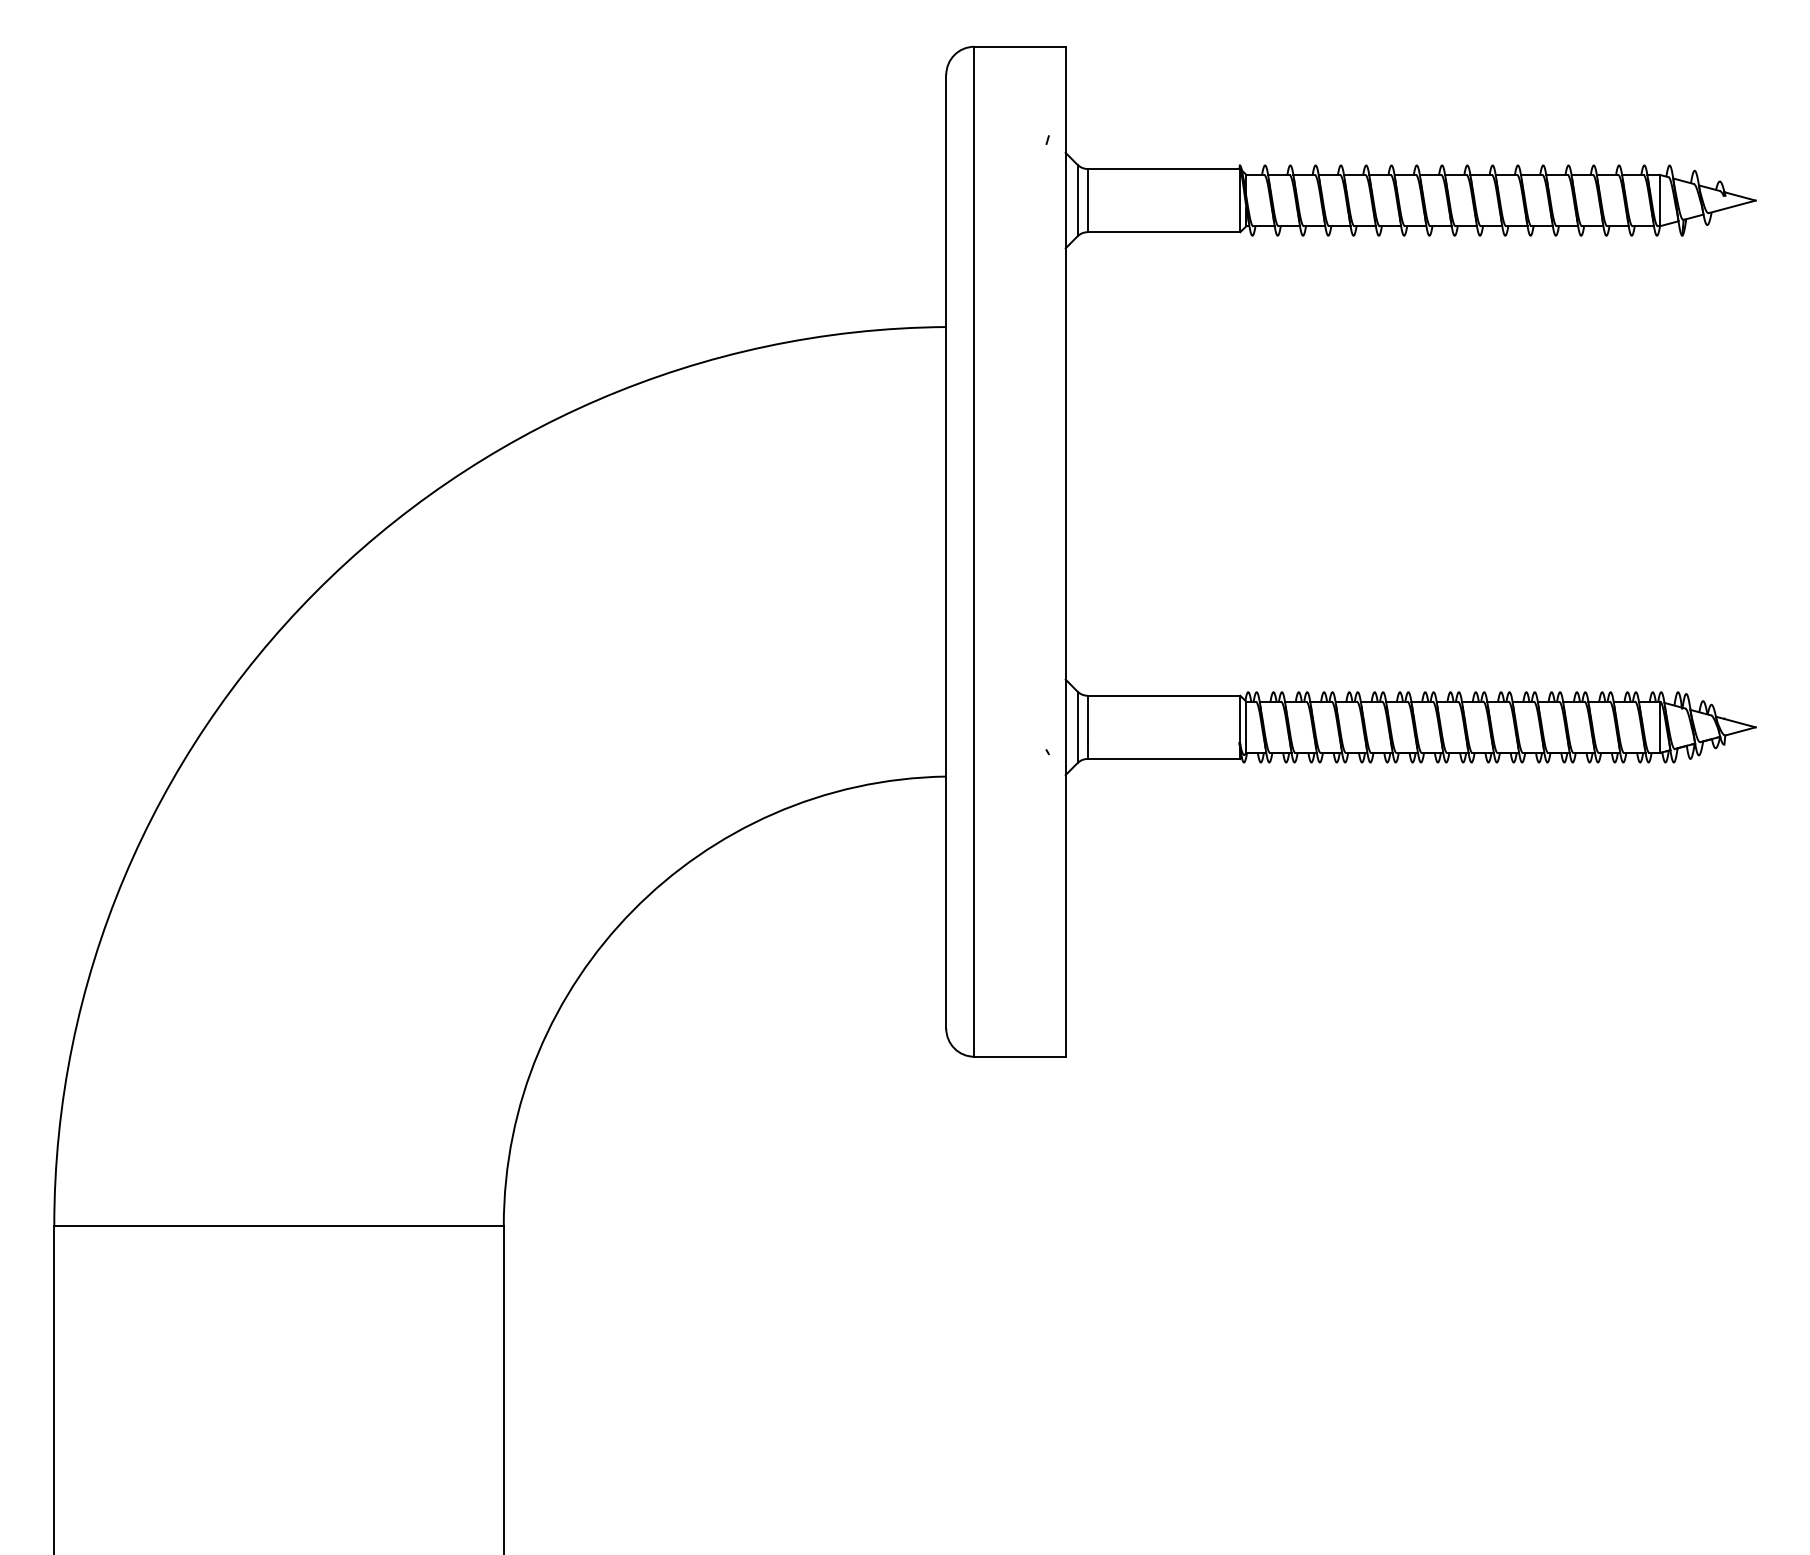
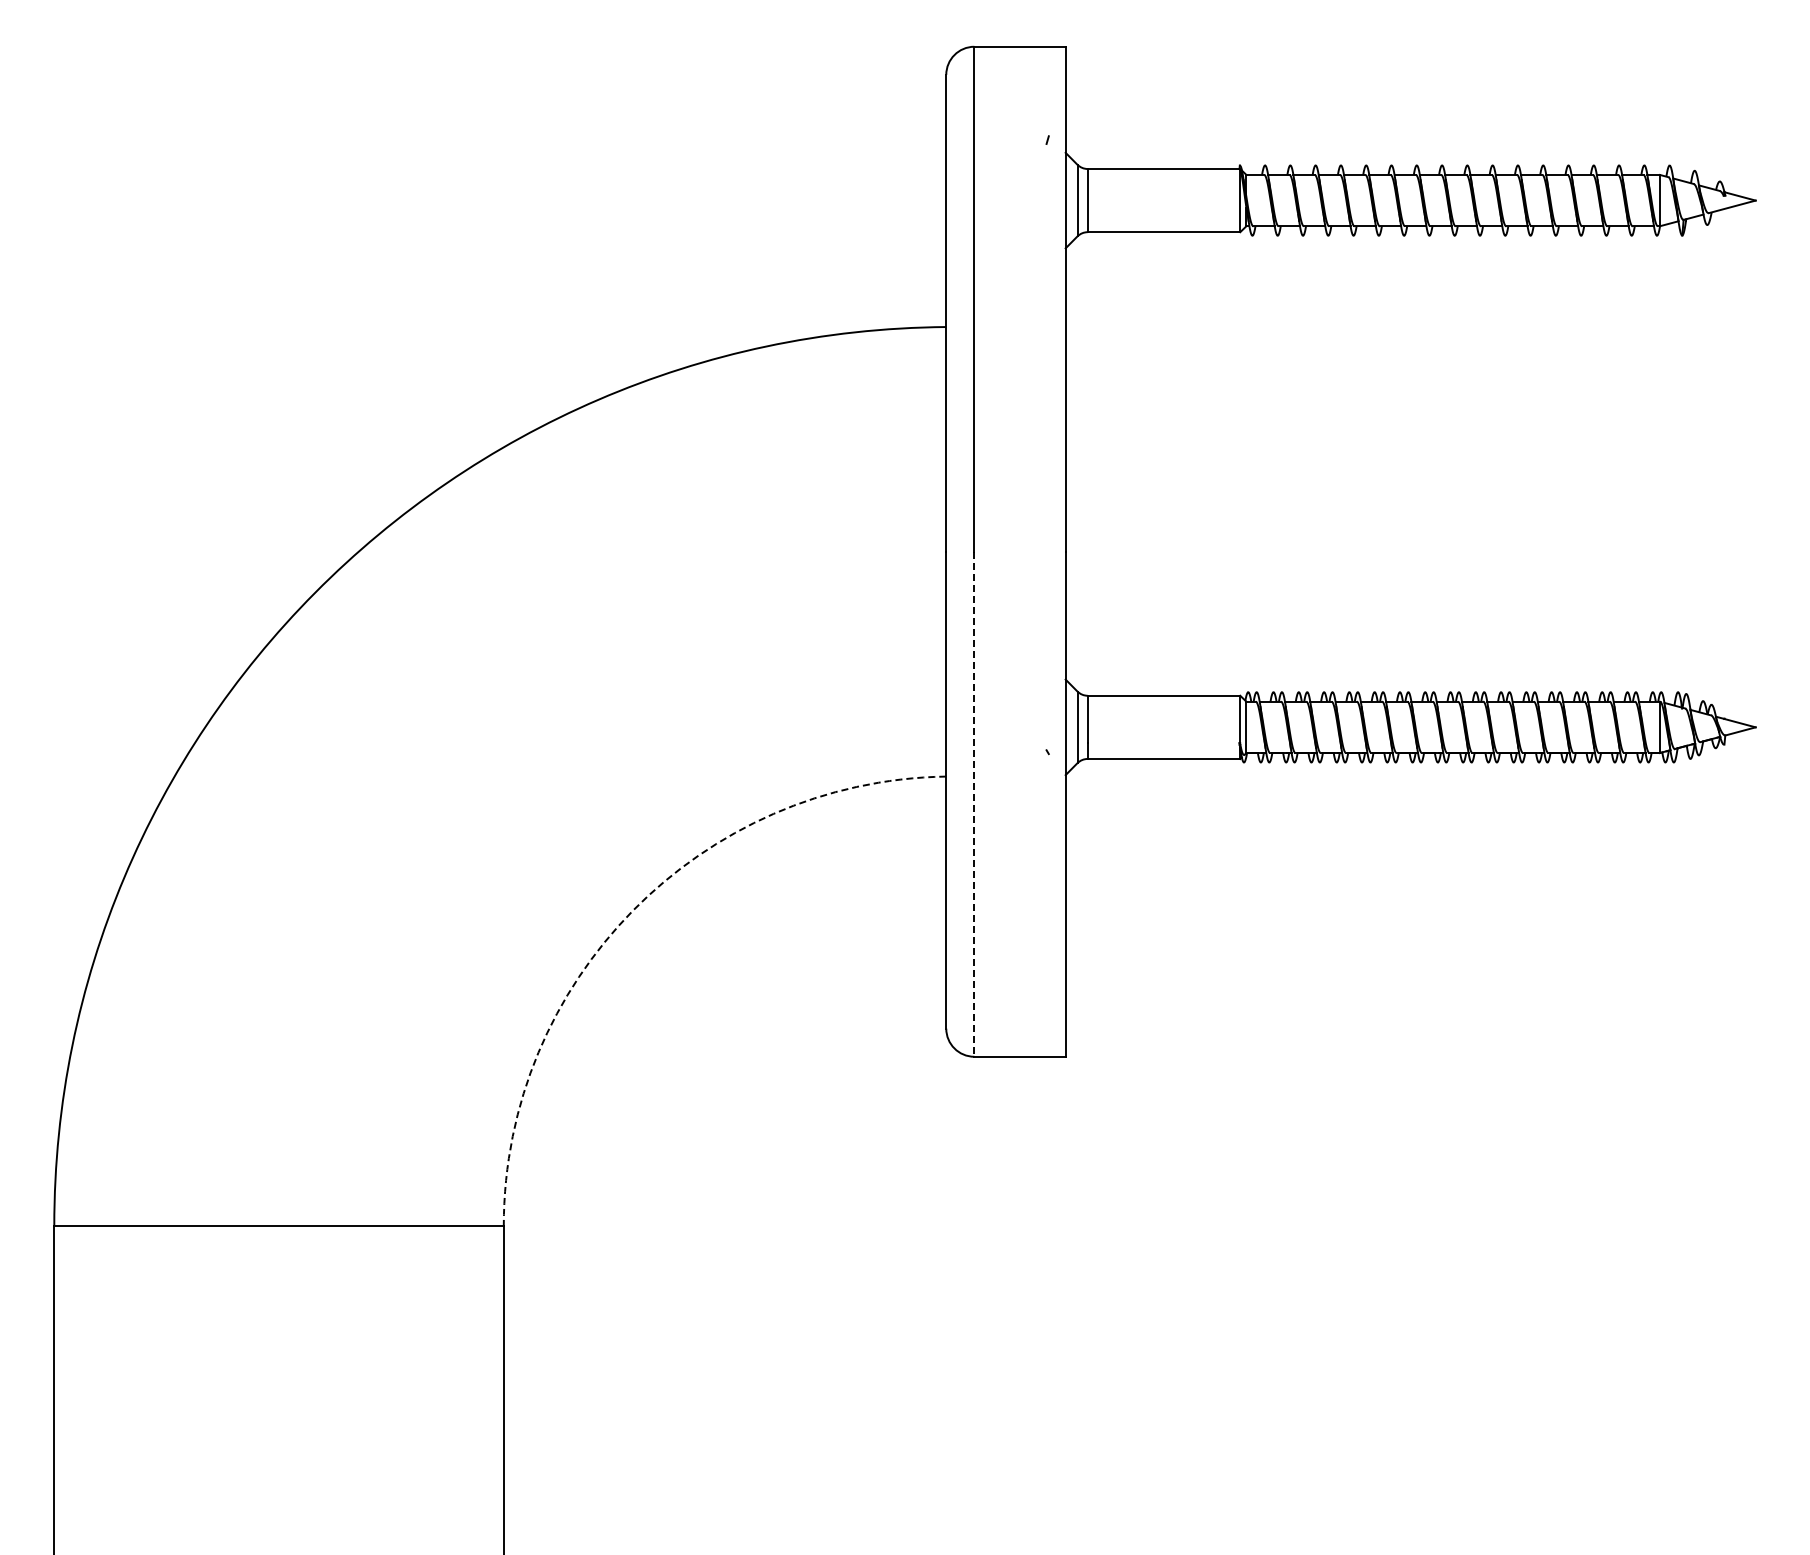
line at (974, 804): solid -> dashed
arc at (632, 910): solid -> dashed
